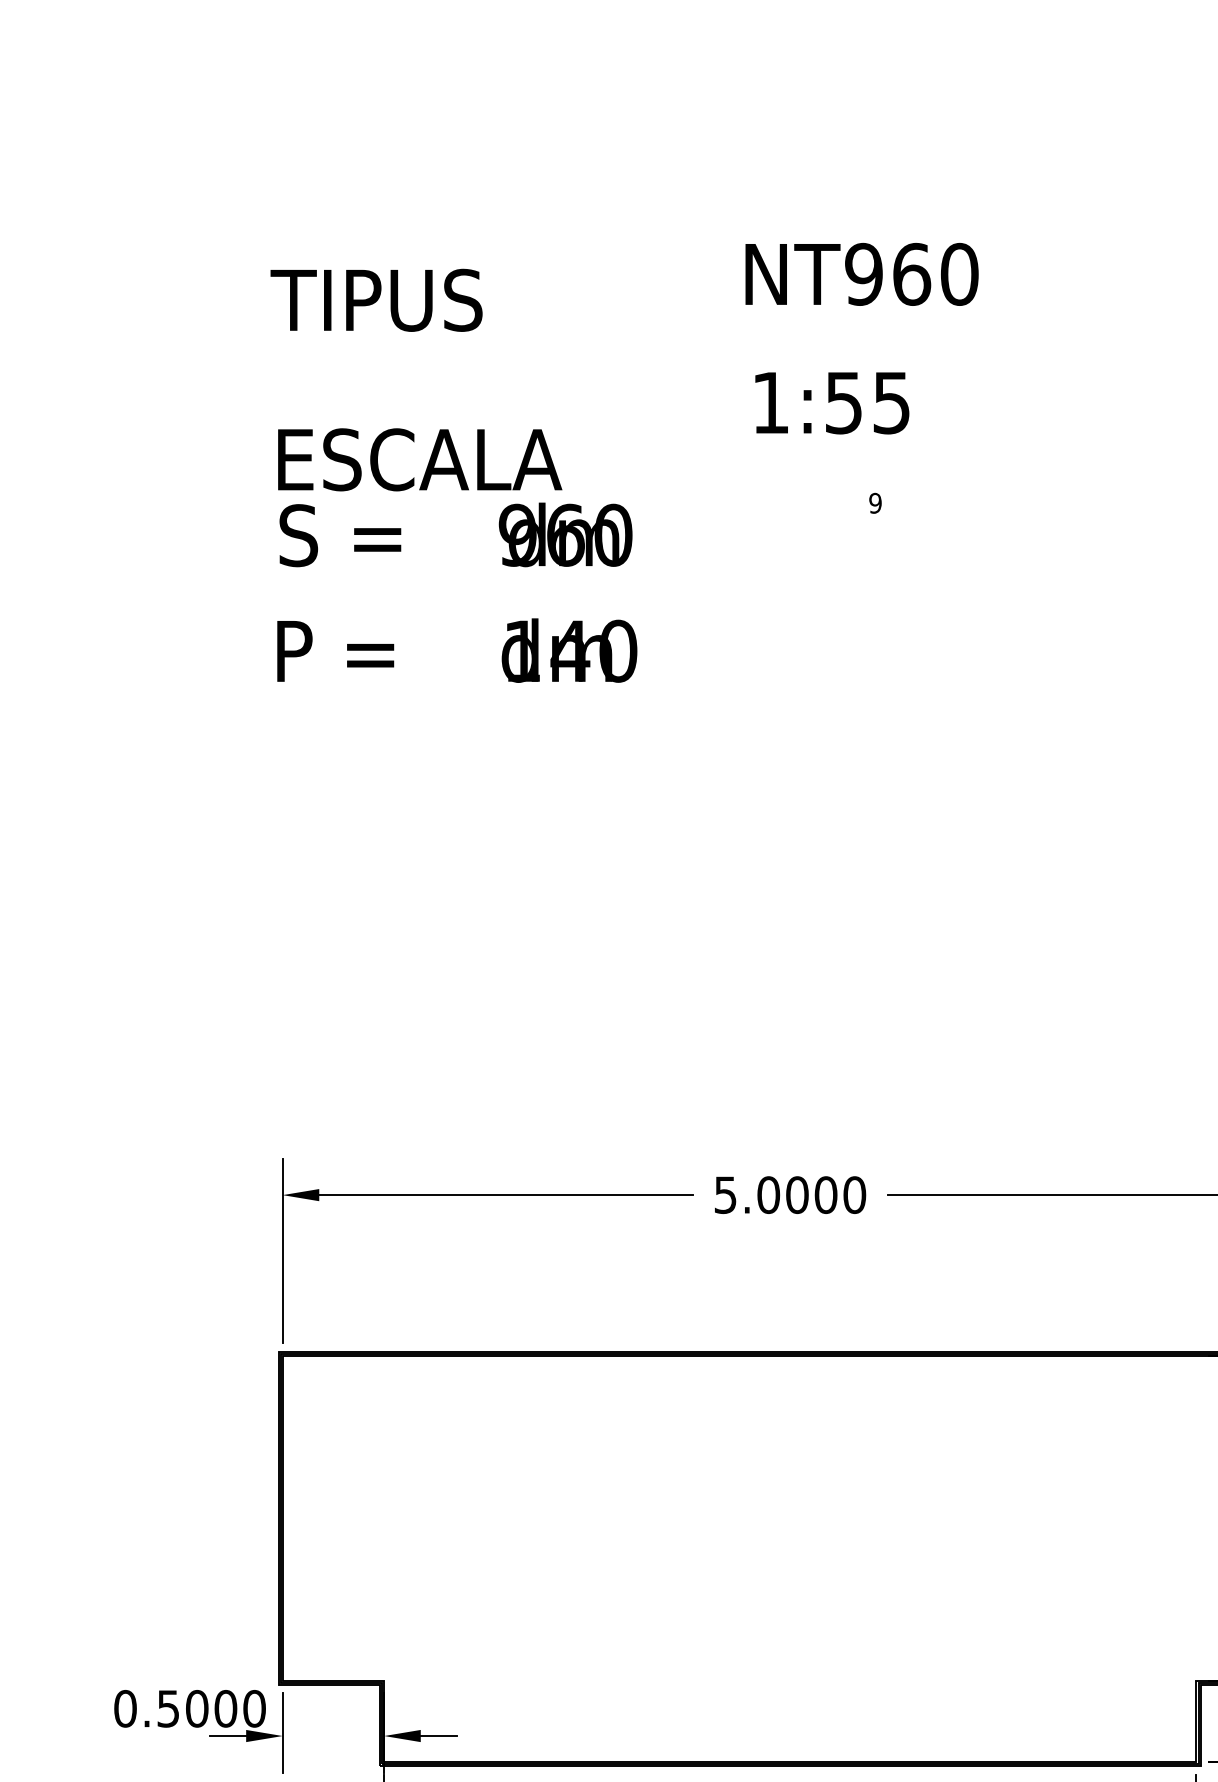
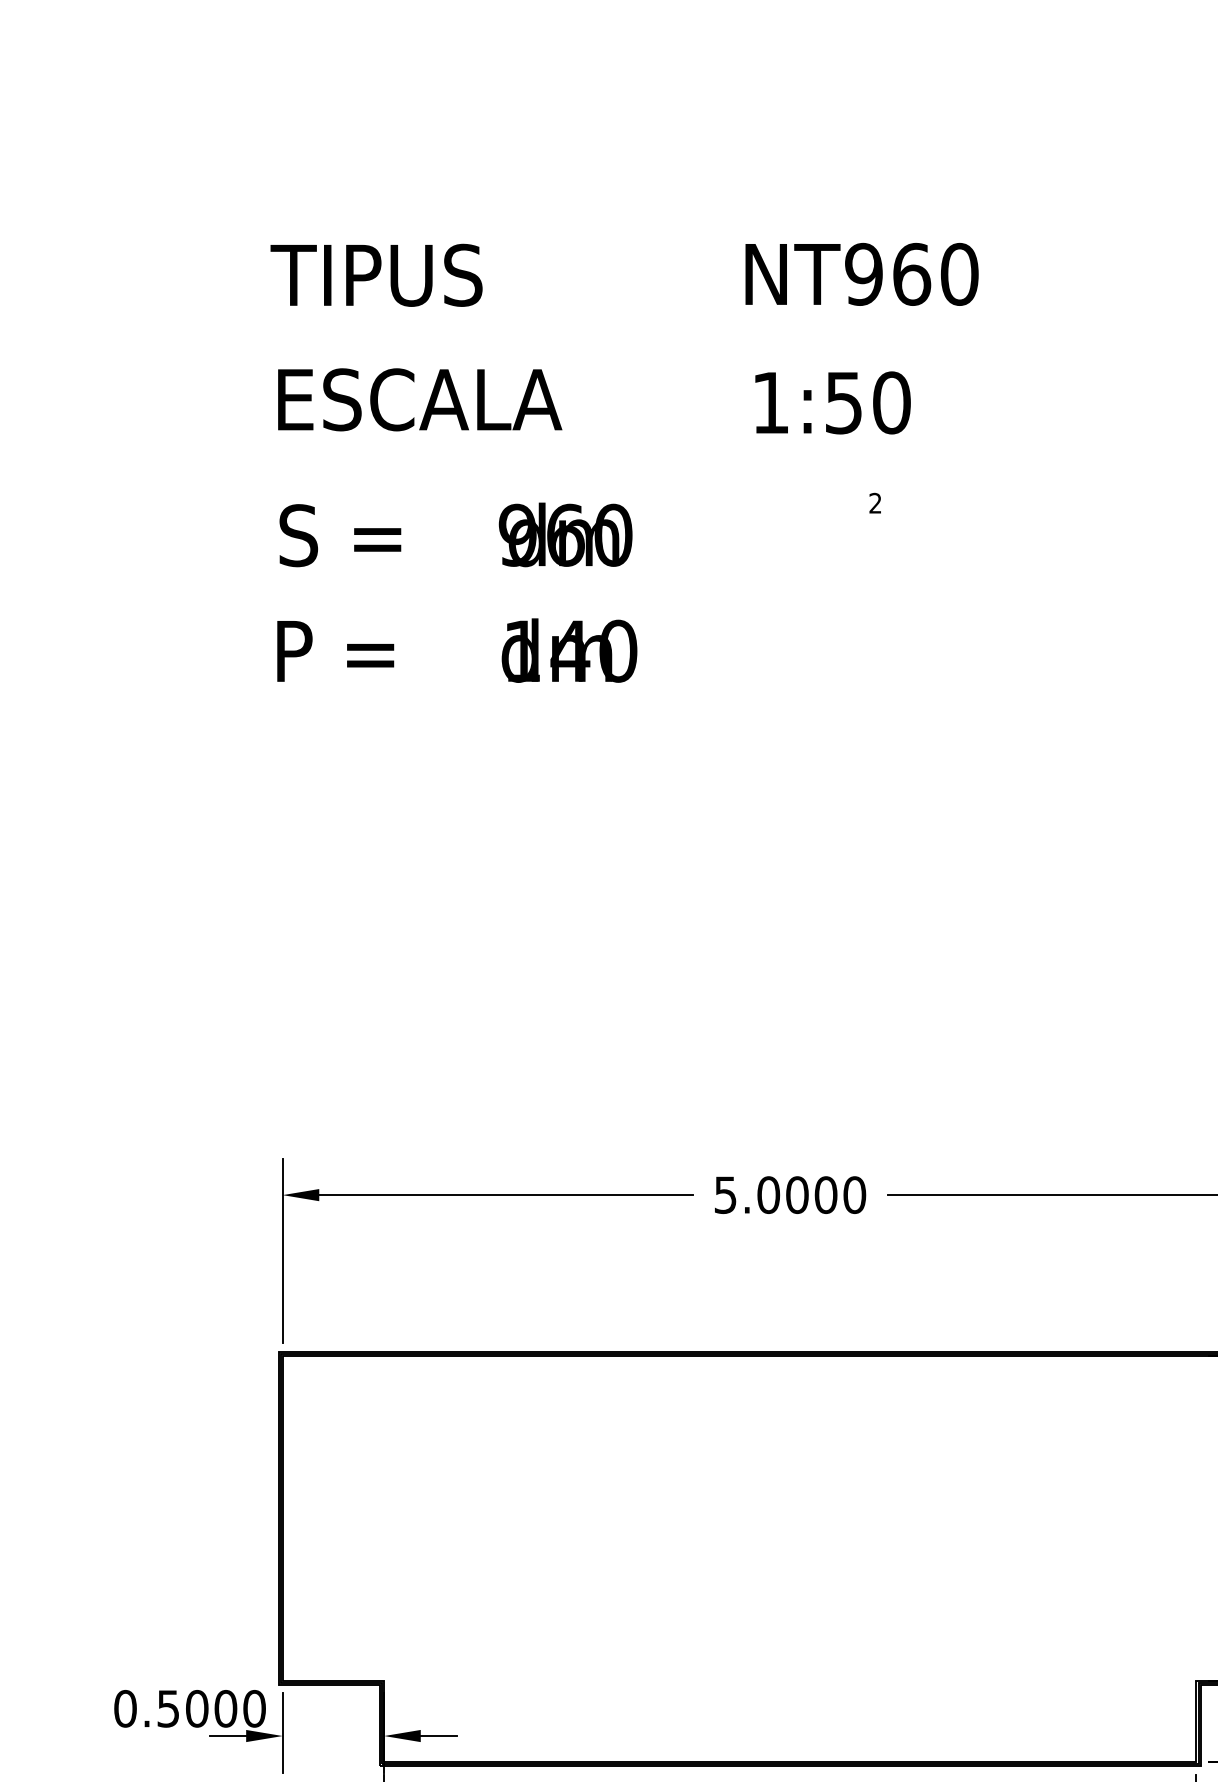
text at (376, 299) position: (376, 299) -> (376, 274)
text at (891, 402): 1:55 -> 1:50
text at (420, 459) position: (420, 459) -> (420, 399)
text at (875, 503): 9 -> 2
